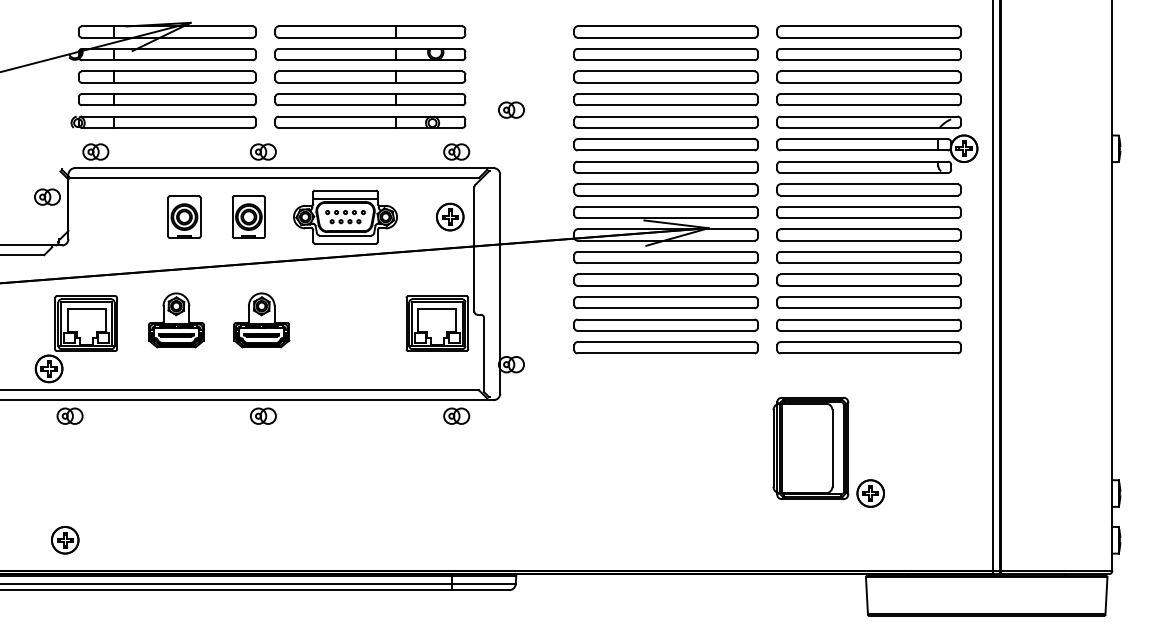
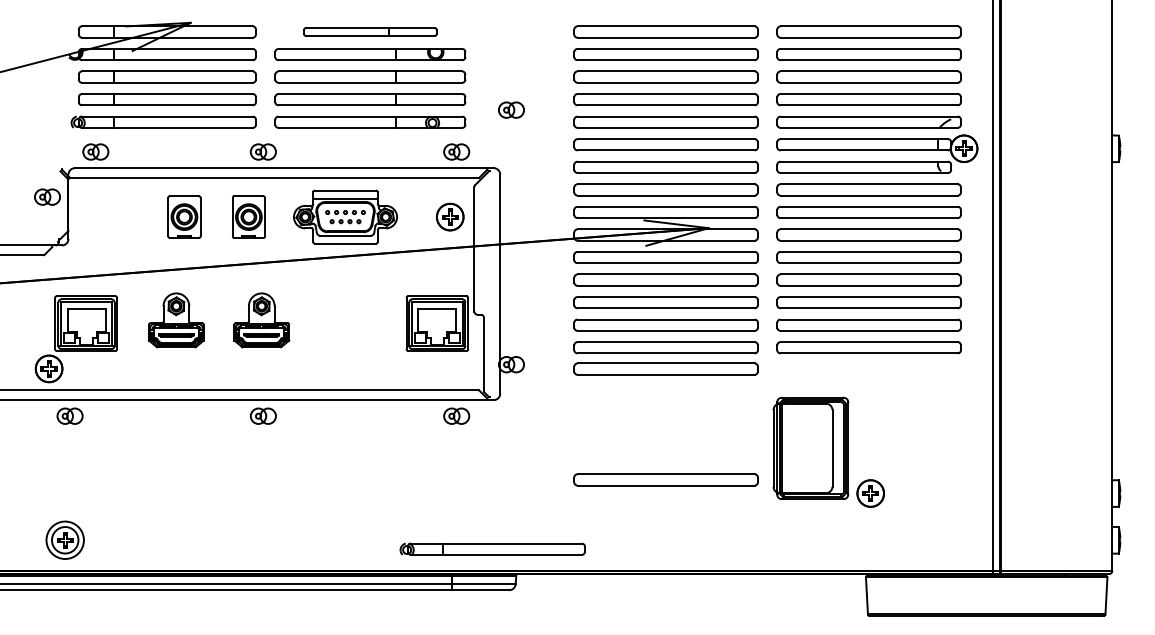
part at (370, 31) size: 193x14 px -> 135x10 px
part at (665, 368): none -> present
part at (665, 479): none -> present
circle at (64, 539) diameter: 27 px -> 37 px
part at (492, 548): none -> present
